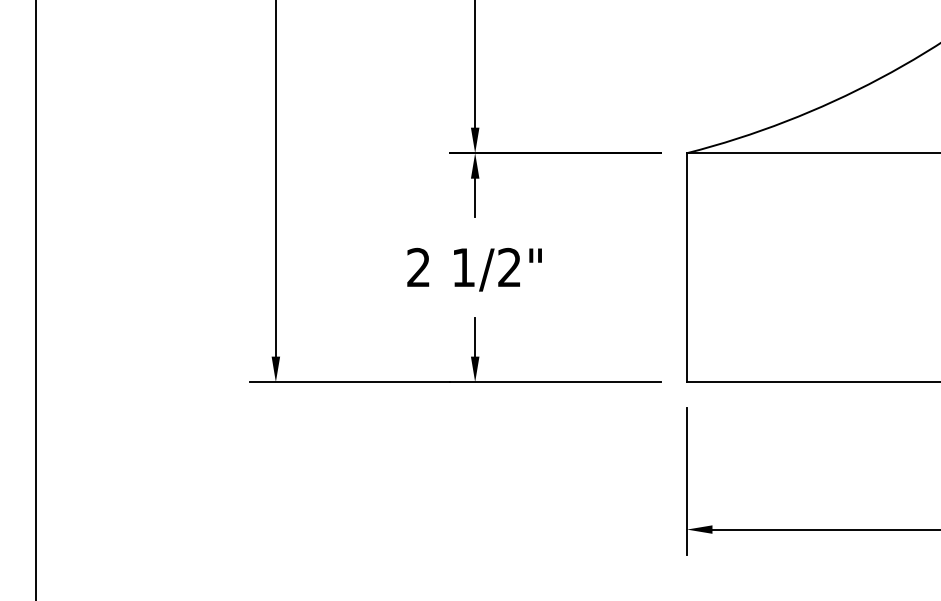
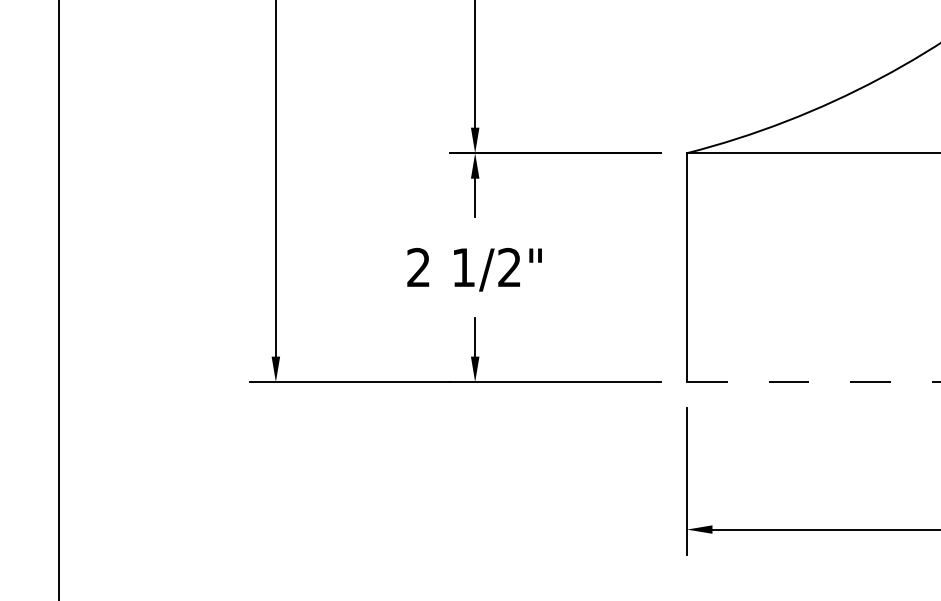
line at (35, 299) position: (35, 299) -> (58, 299)
line at (813, 382): solid -> dashed
